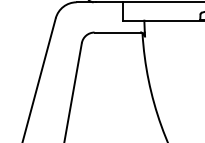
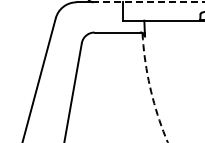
line at (149, 2): solid -> dashed
arc at (150, 90): solid -> dashed
